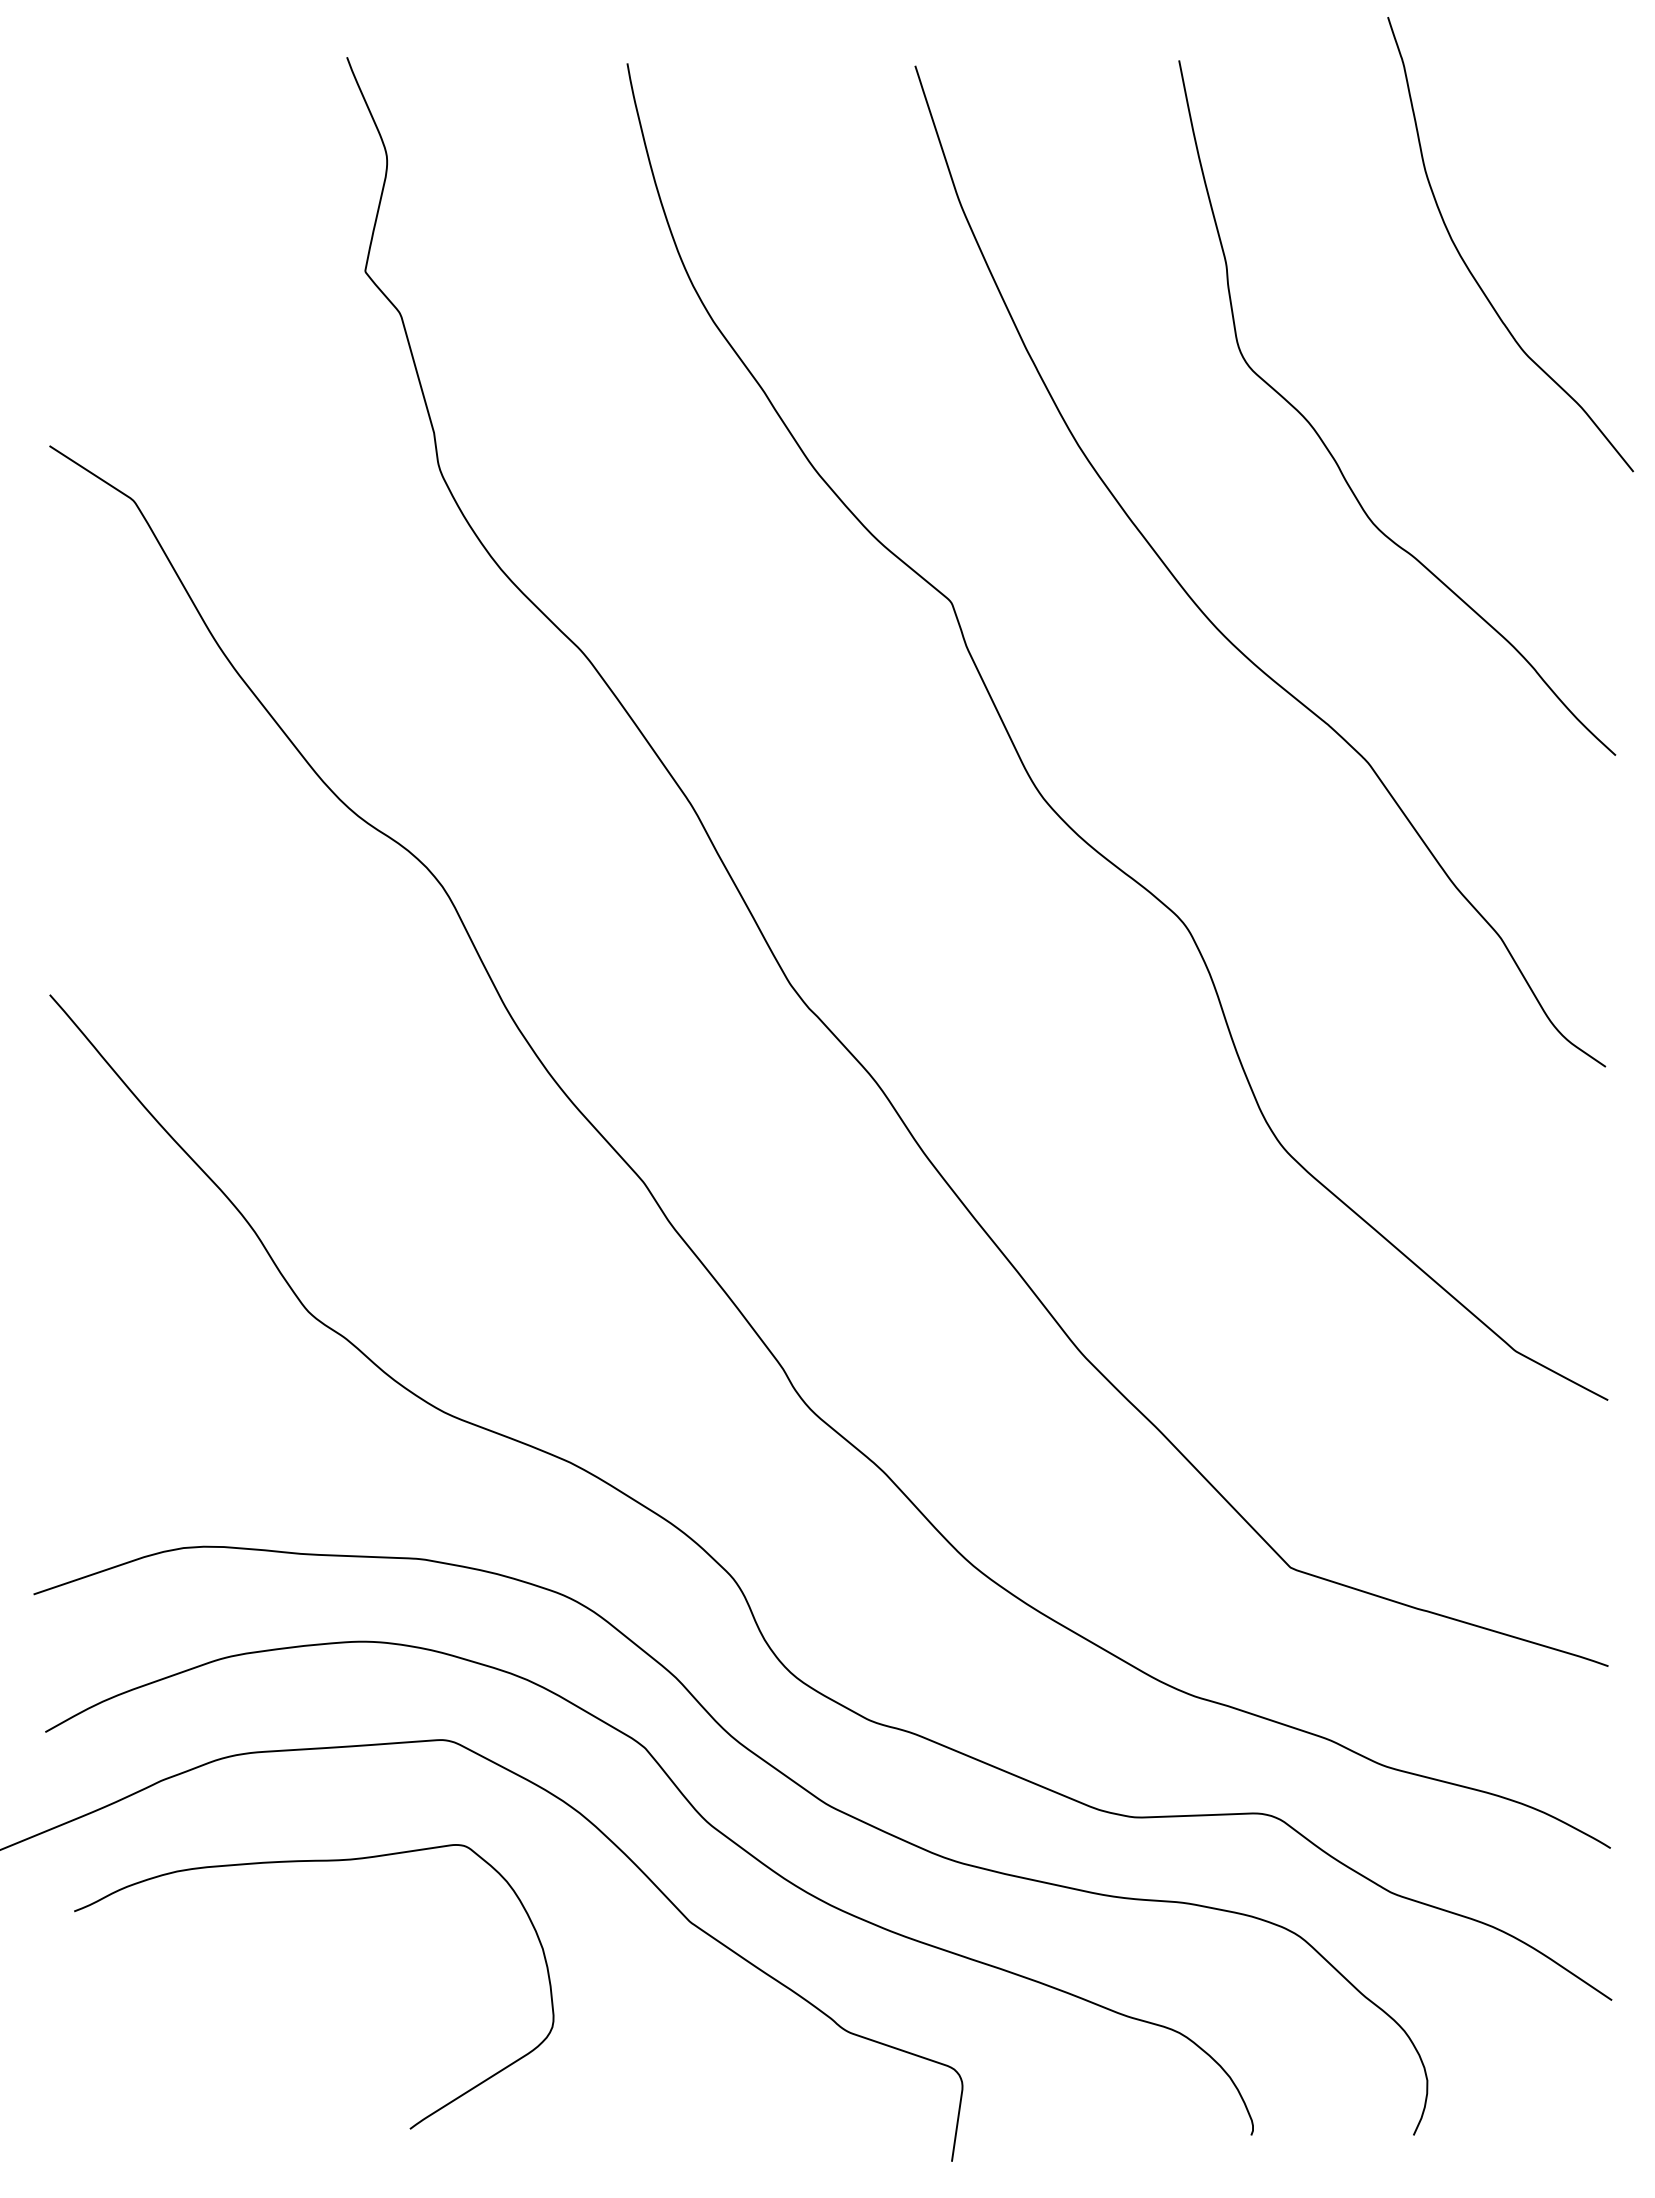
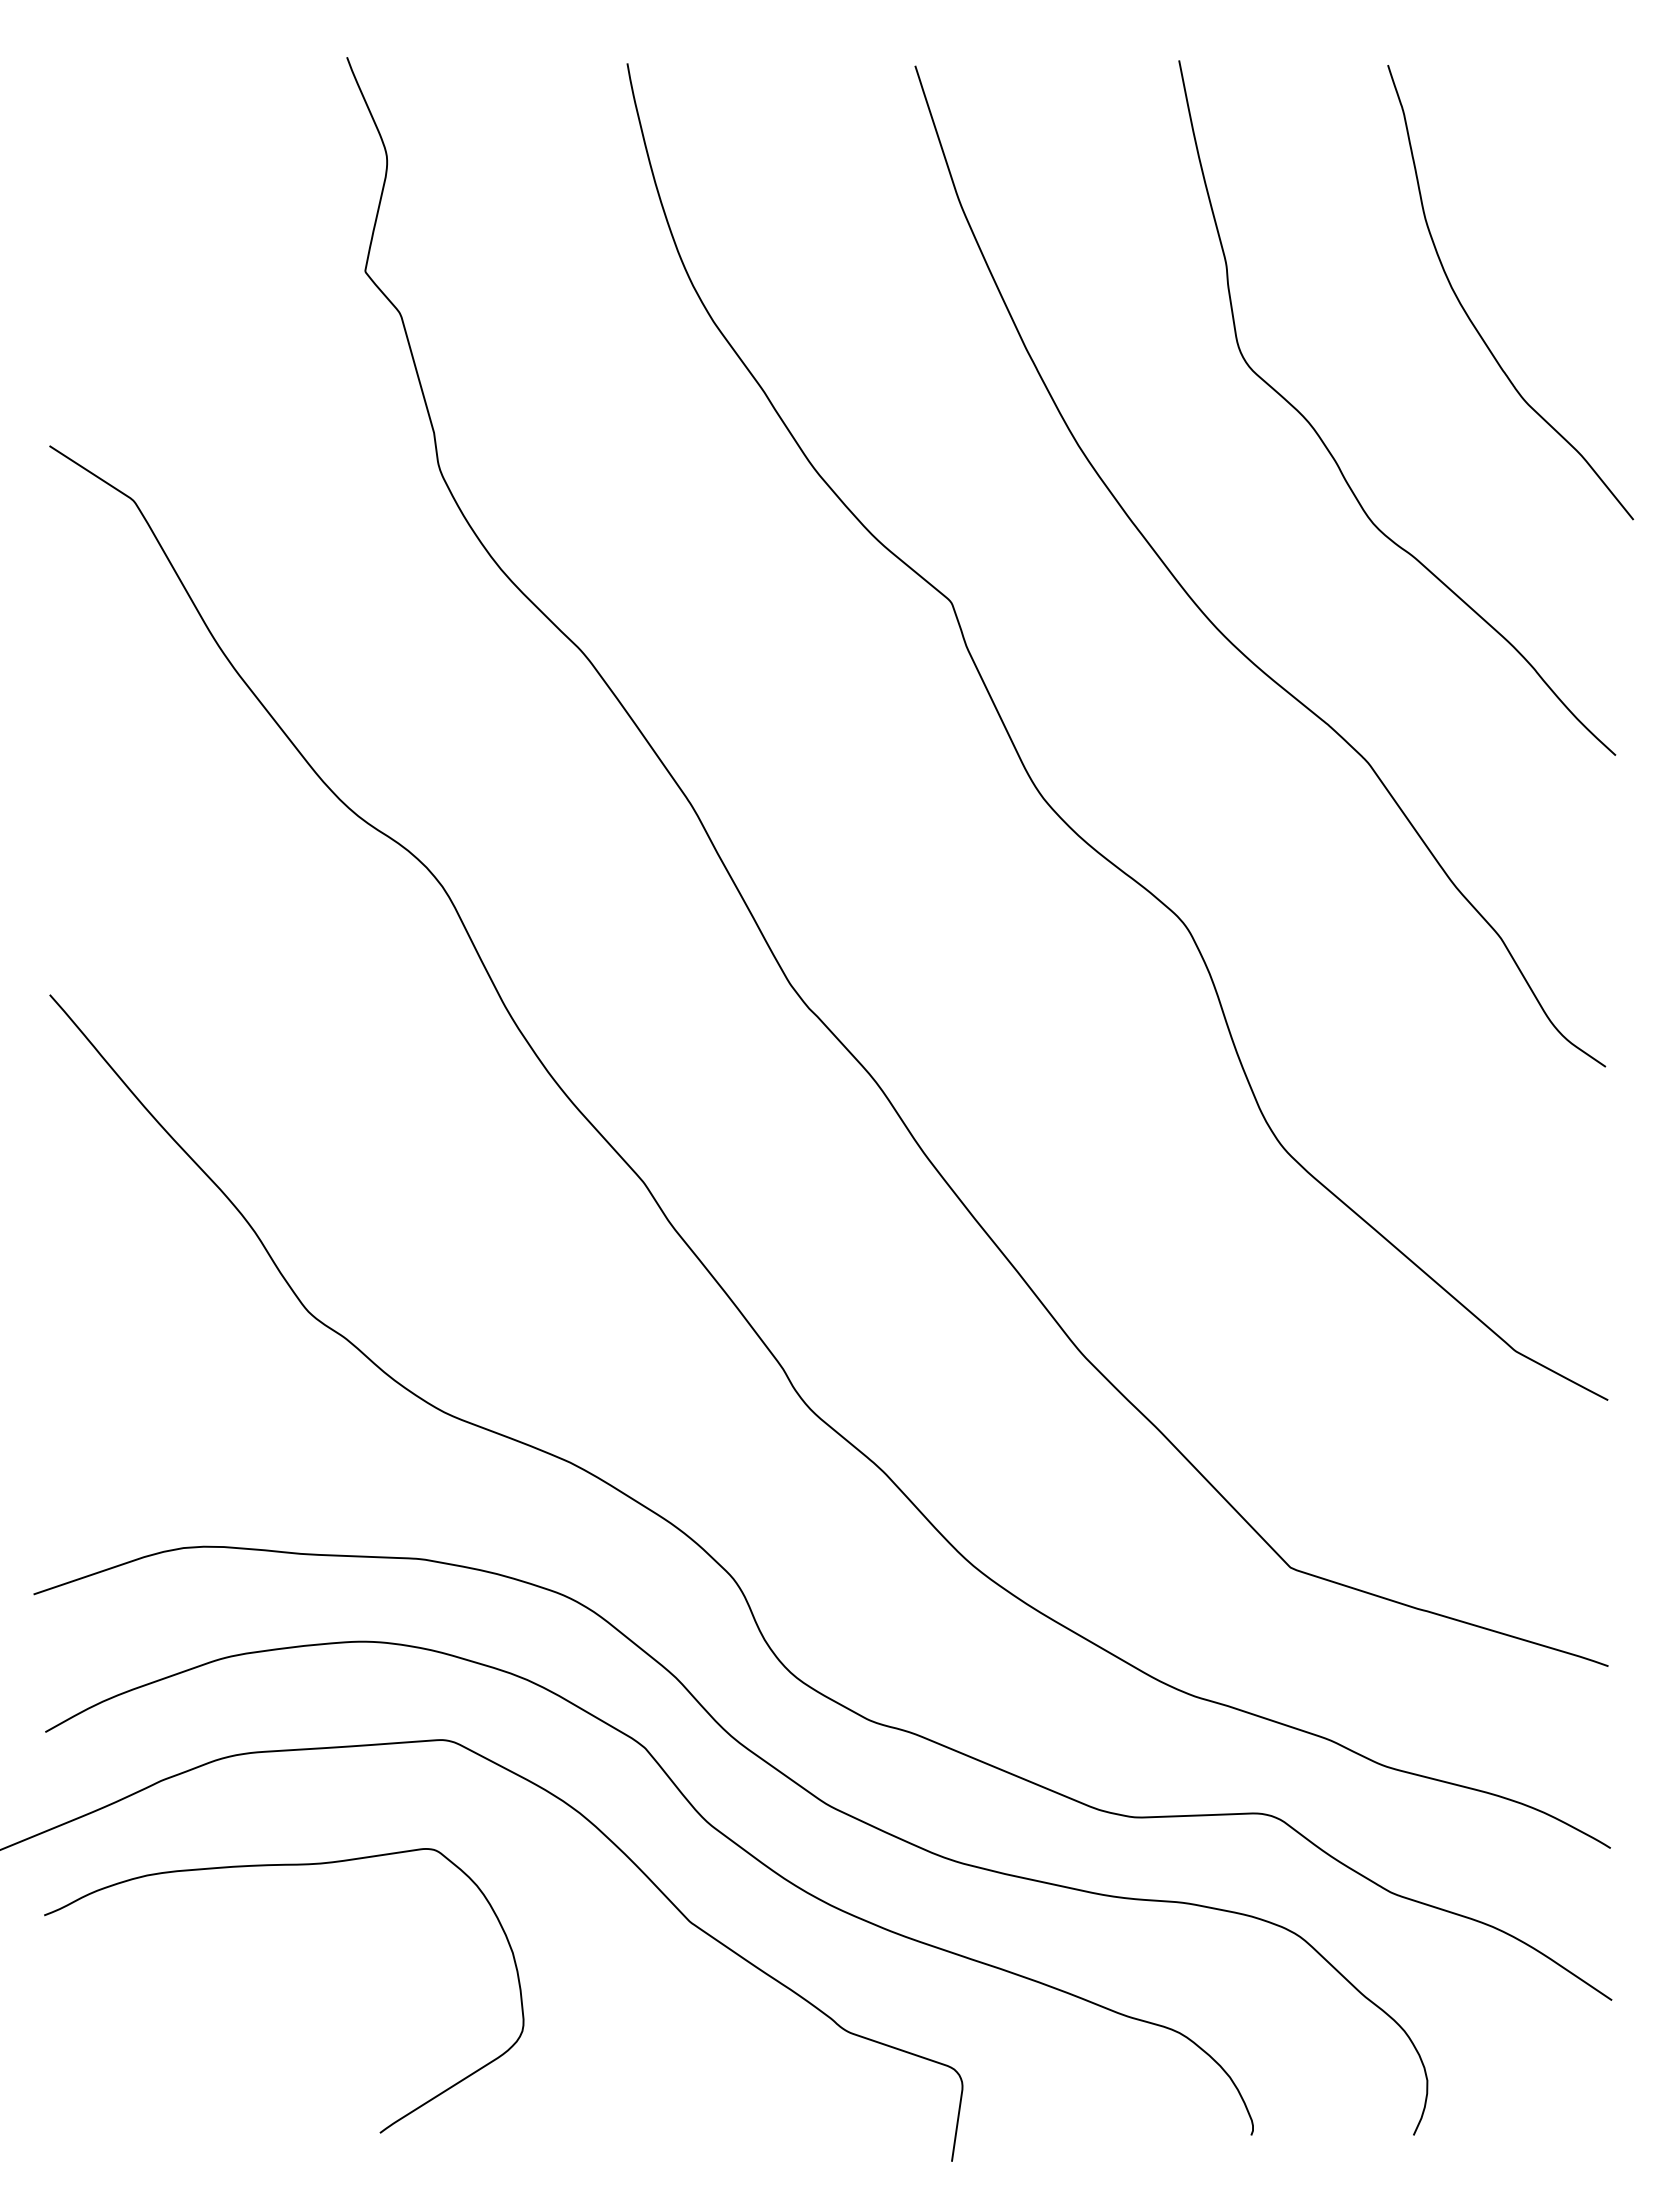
curve at (1469, 268) position: (1469, 268) -> (1469, 316)
curve at (314, 1861) position: (314, 1861) -> (284, 1865)
